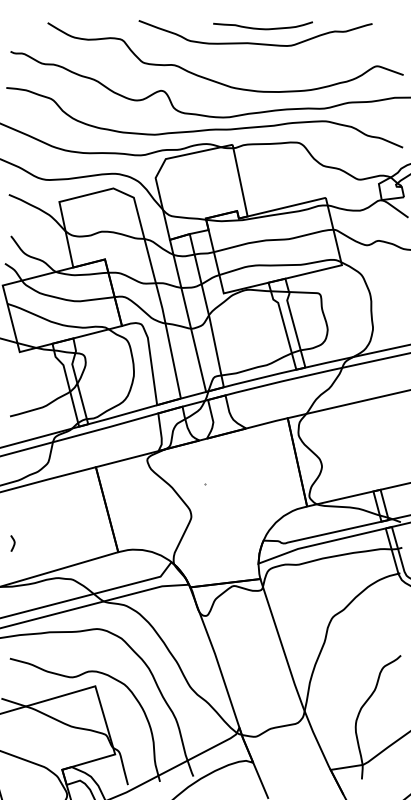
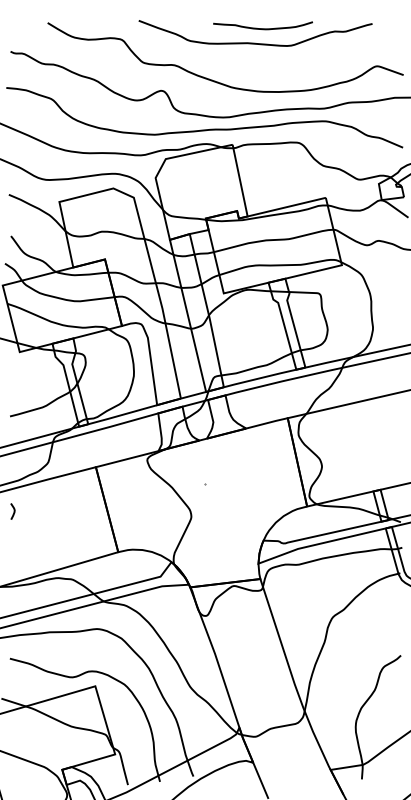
curve at (13, 543) position: (13, 543) -> (13, 511)
